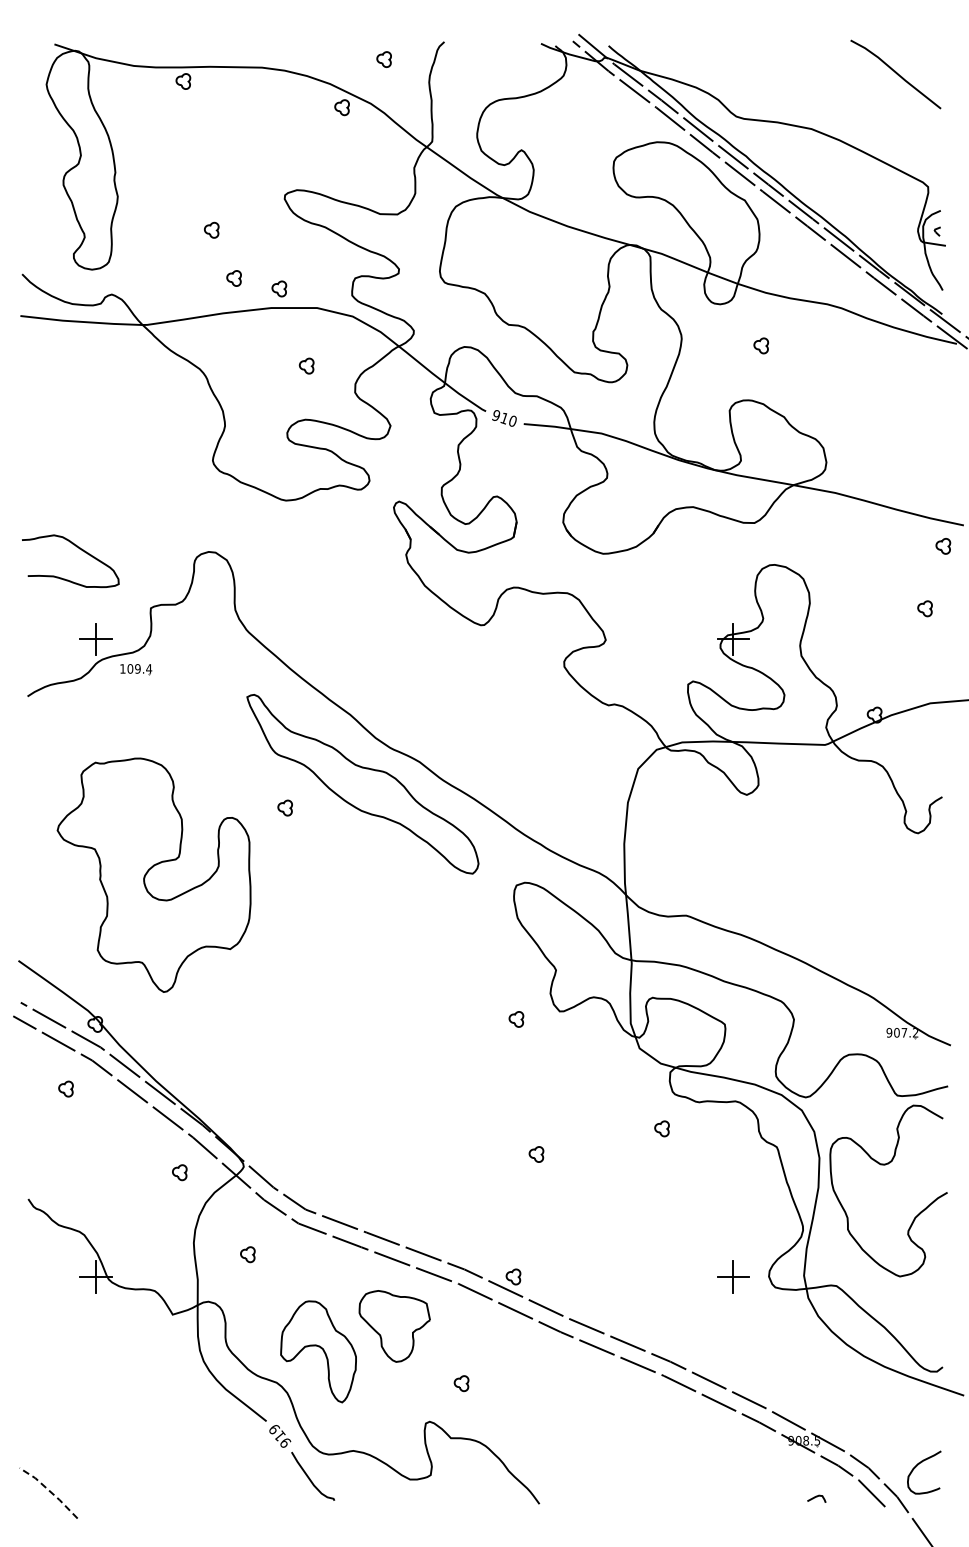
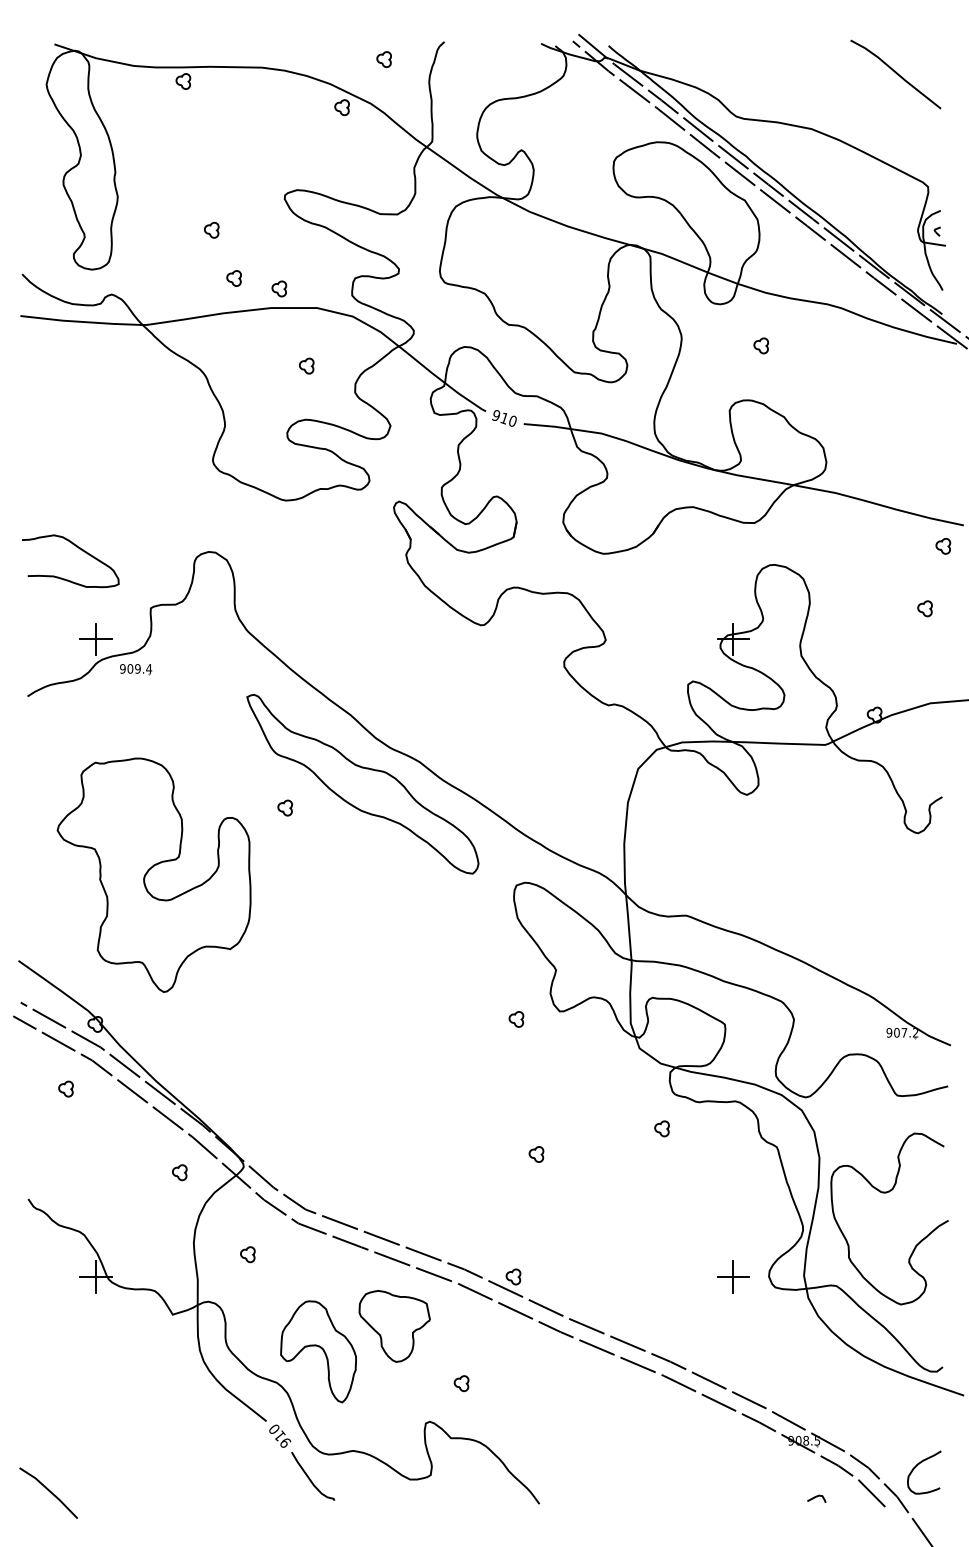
text at (122, 668): 109.4 -> 909.4
curve at (885, 1165) position: (885, 1165) -> (886, 1193)
text at (275, 1429): 919 -> 910
line at (50, 1491): dashed -> solid
